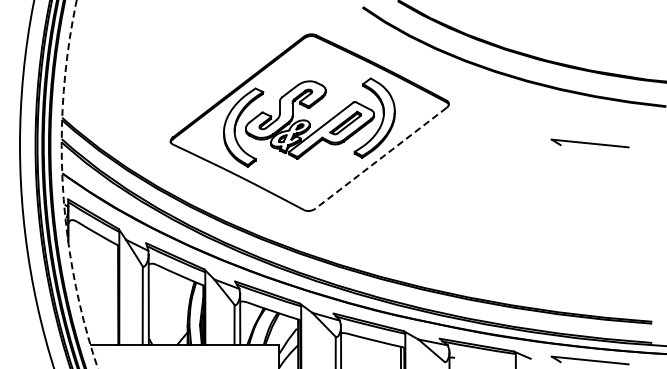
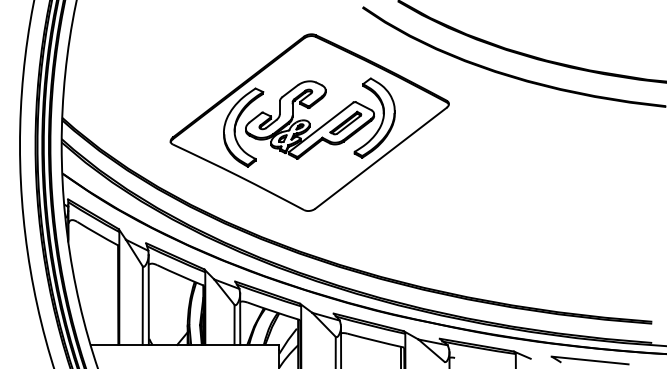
part at (589, 143): present -> none
line at (381, 158): dashed -> solid
circle at (79, 184): dashed -> solid
